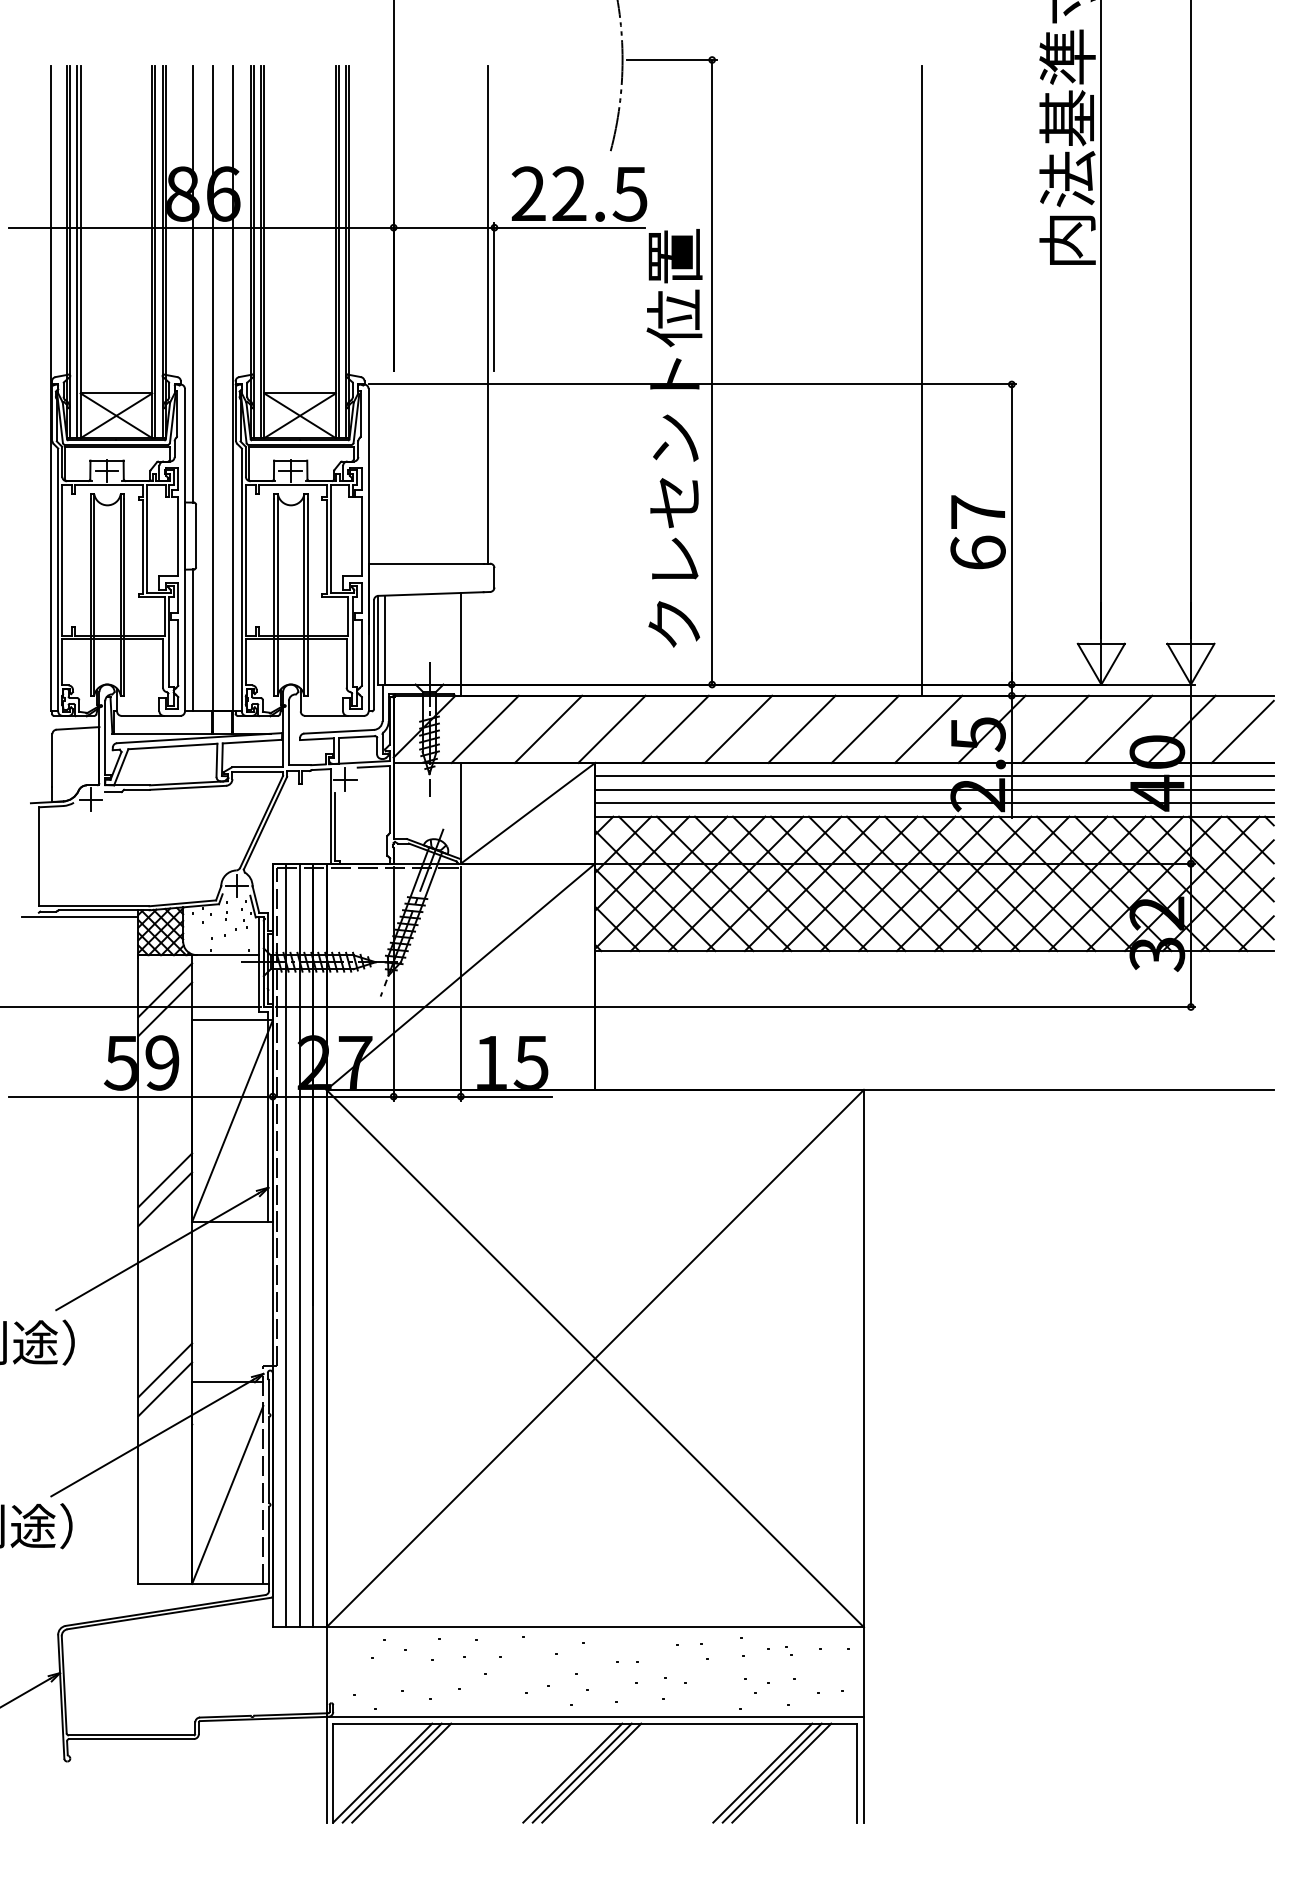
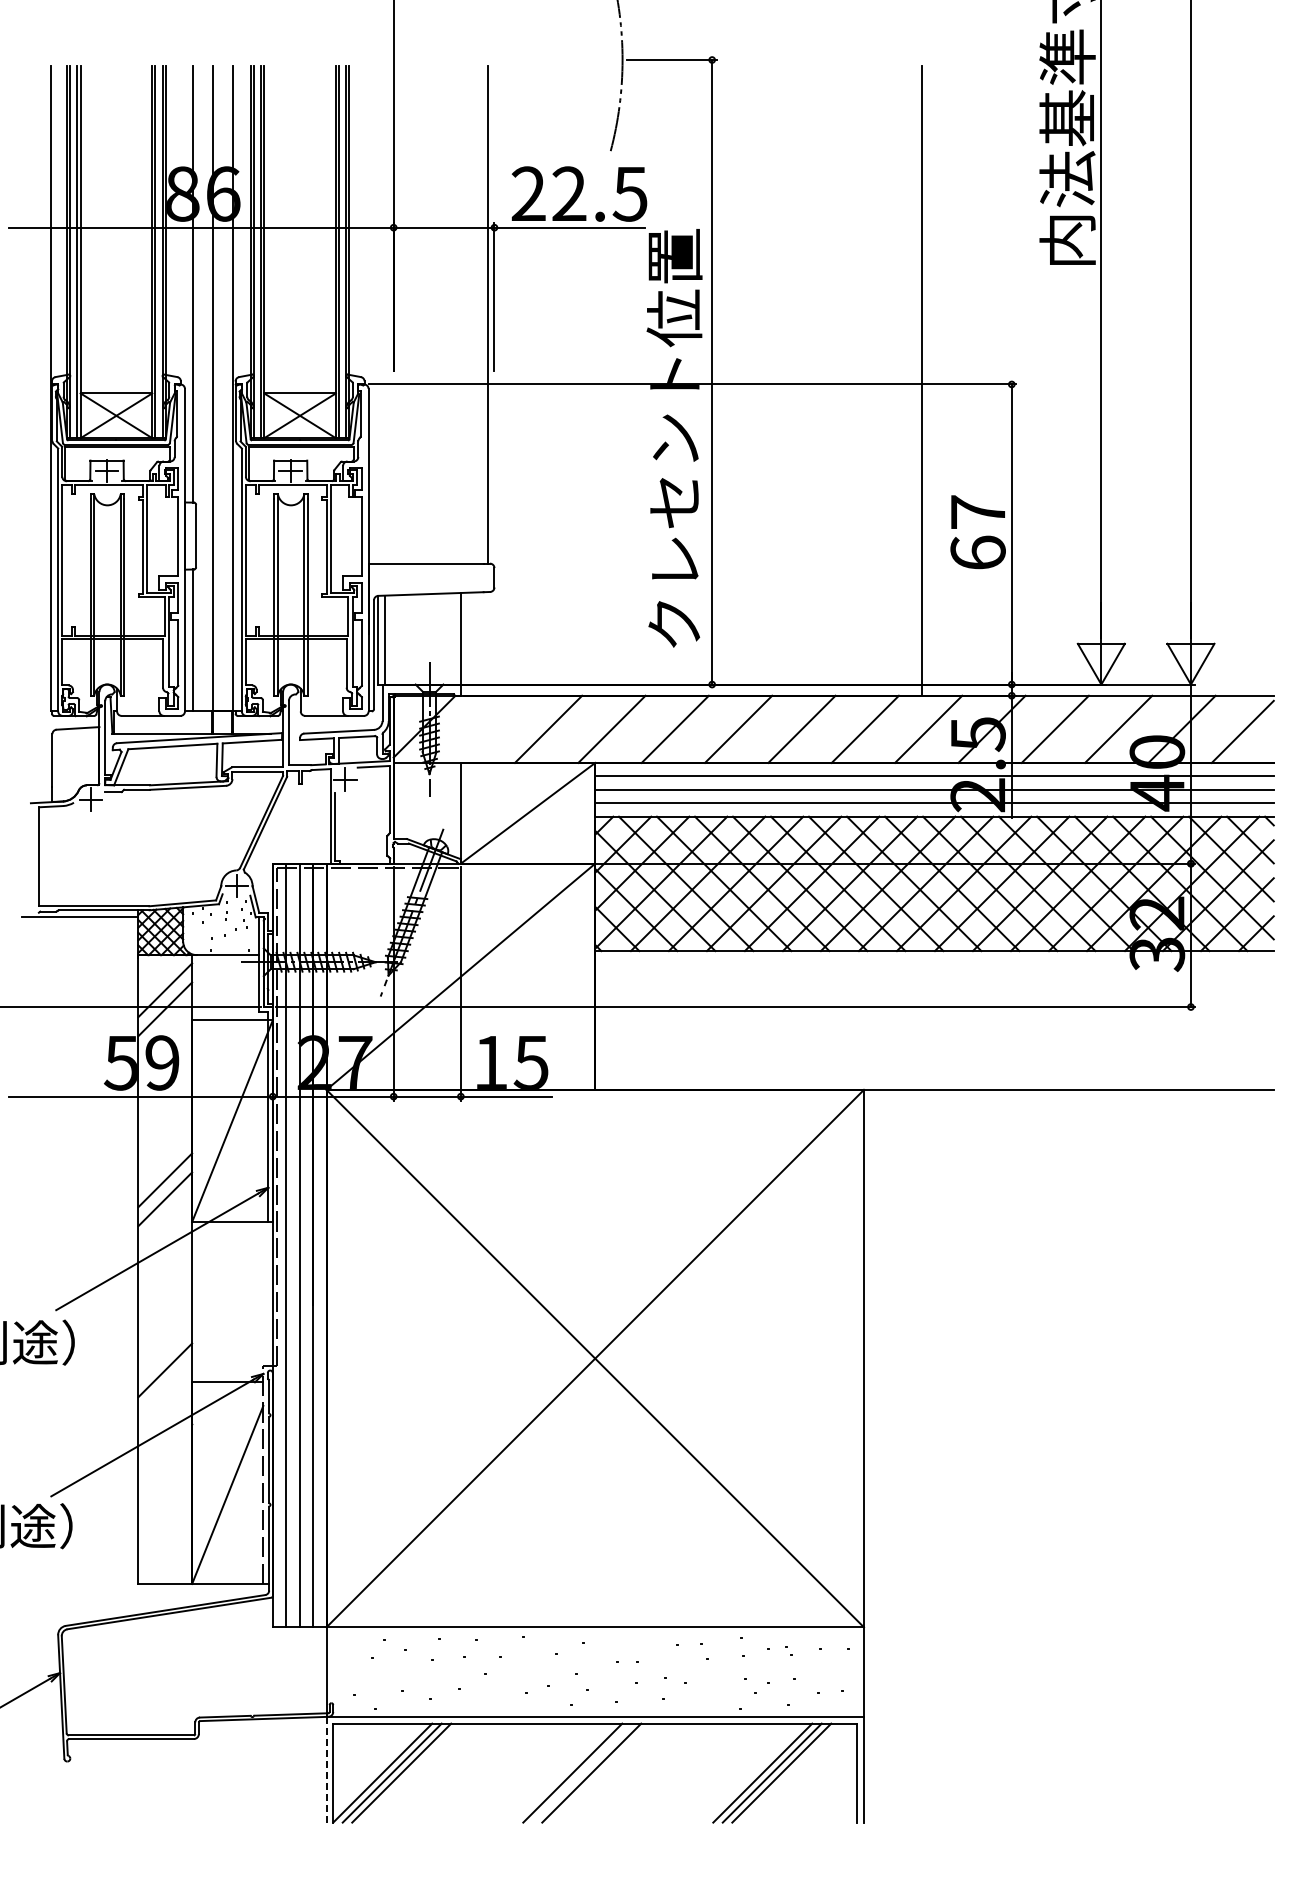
line at (484, 728): present -> none
line at (165, 1389): present -> none
line at (326, 1769): solid -> dashed
line at (581, 1772): present -> none
